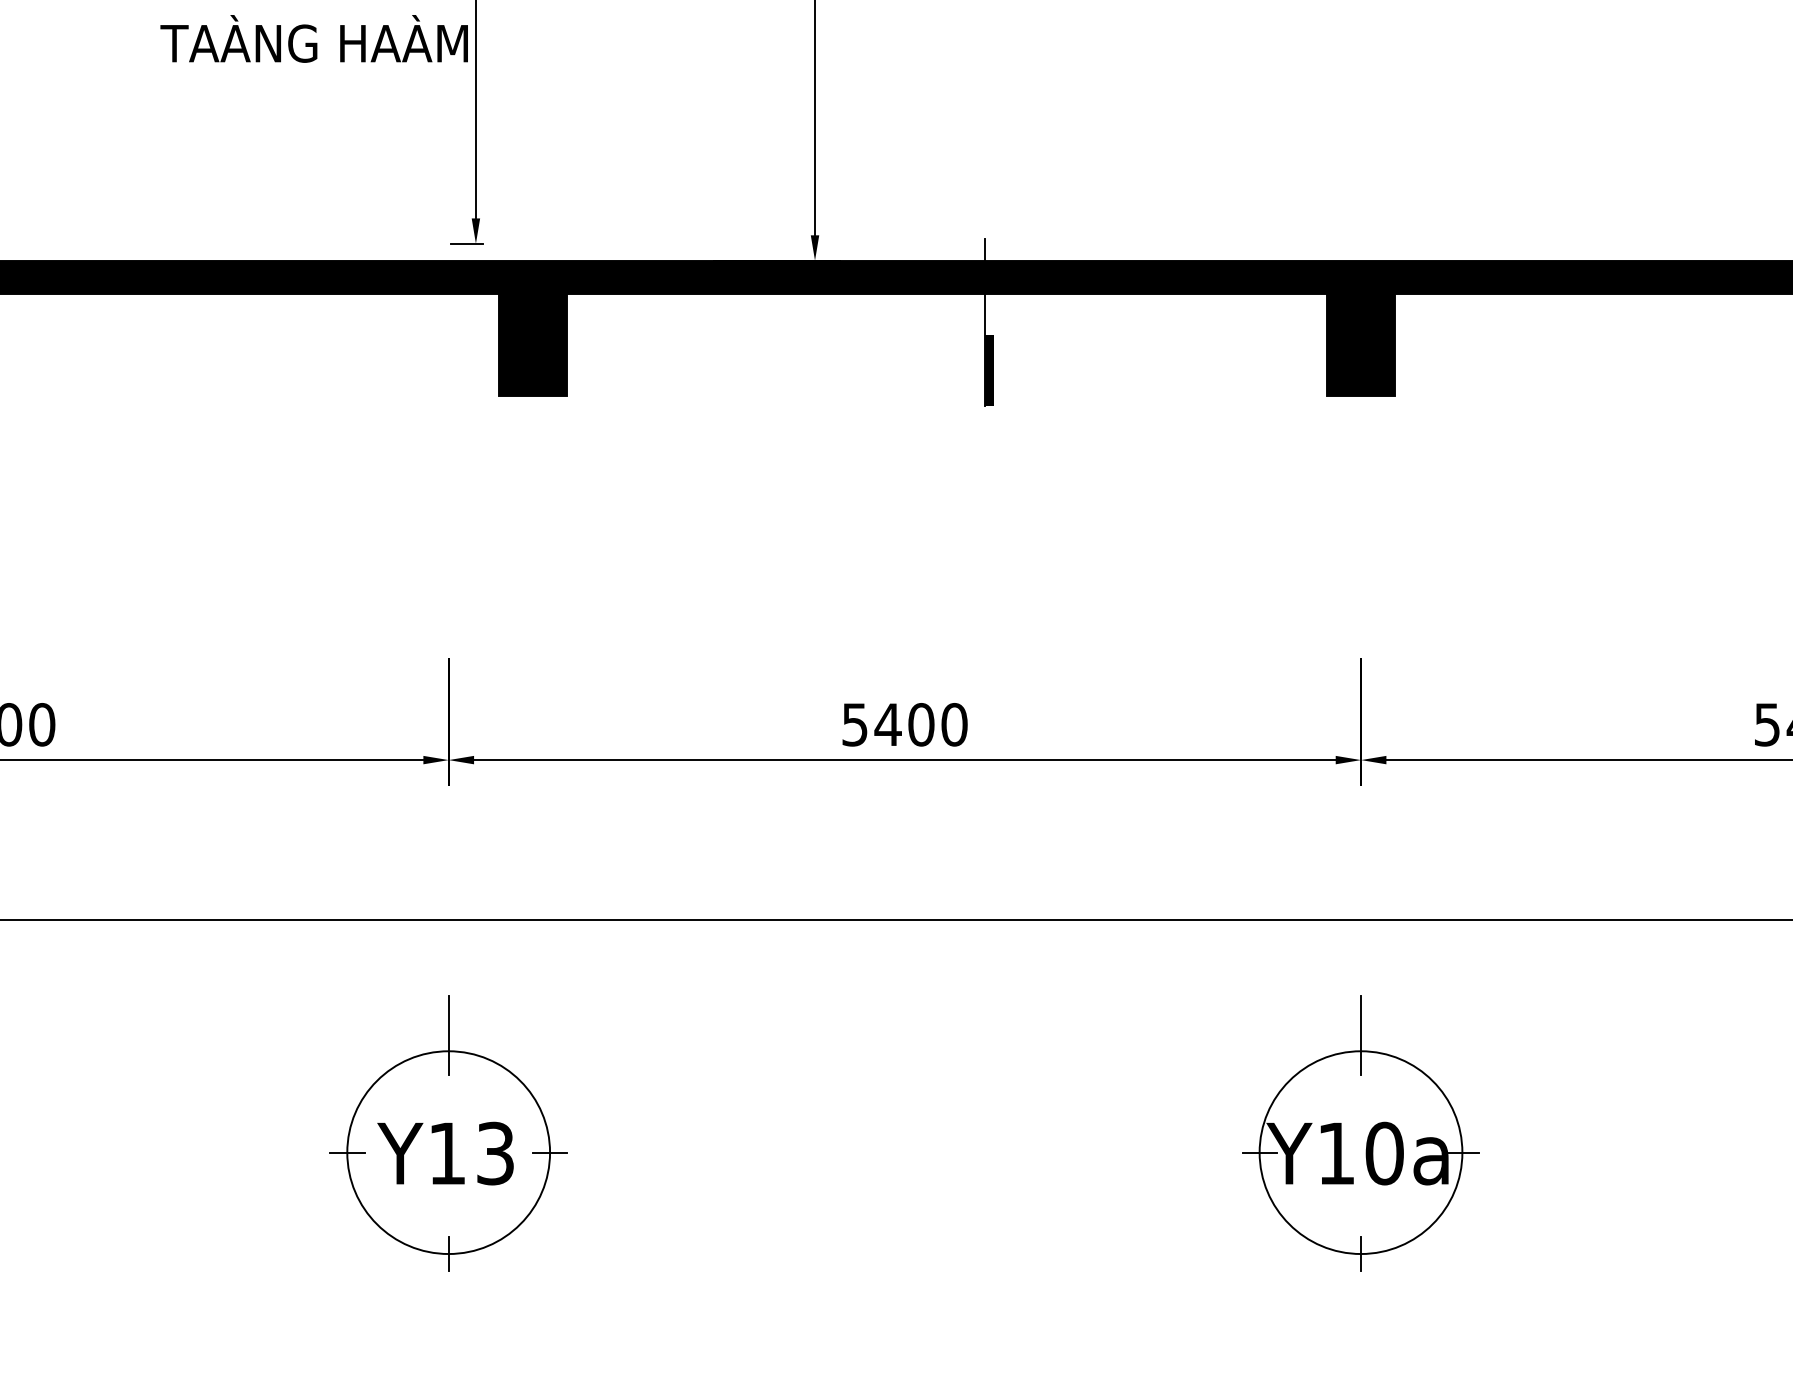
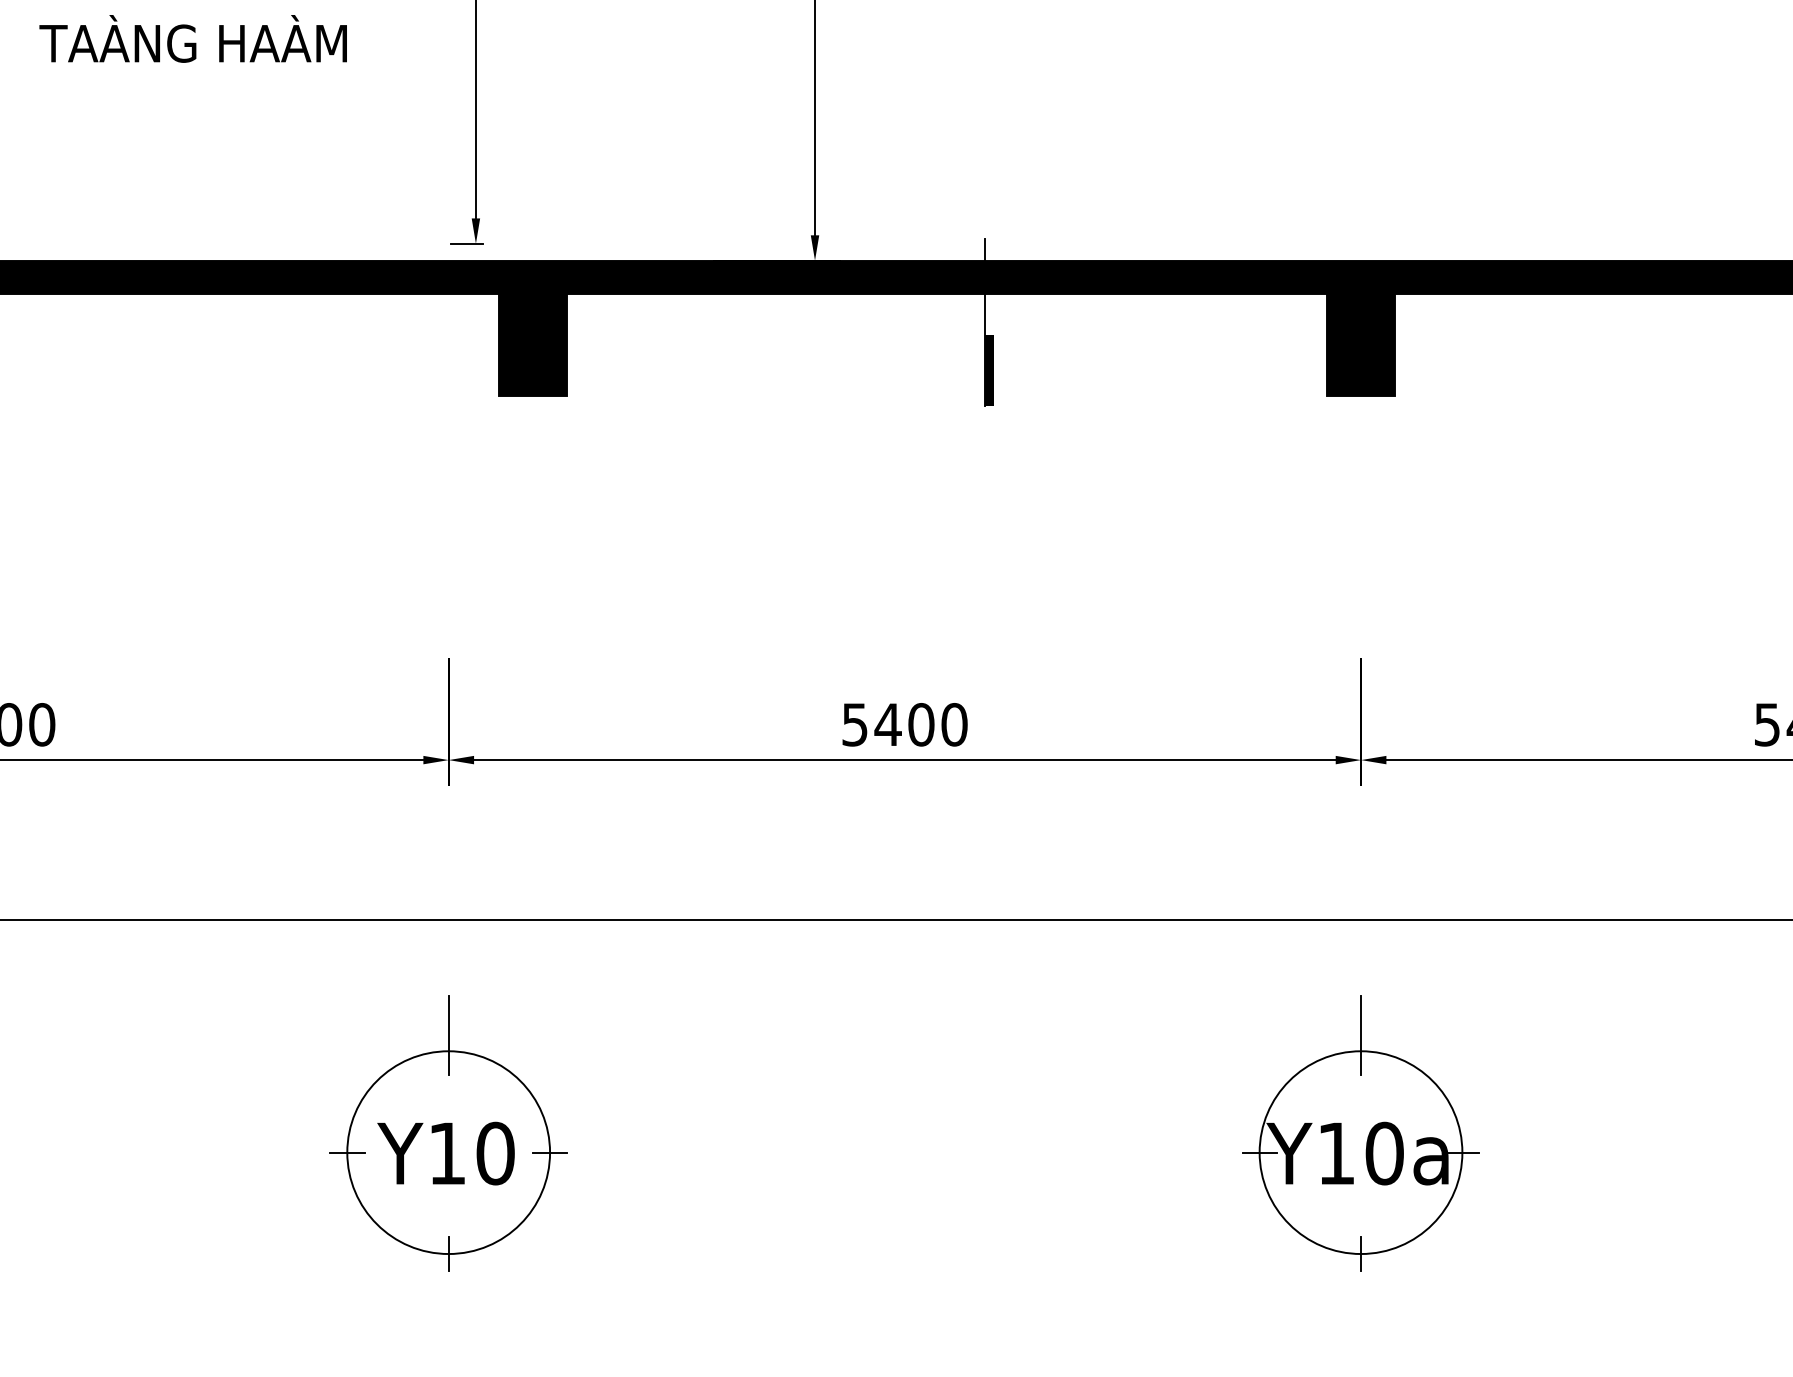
text at (313, 38) position: (313, 38) -> (192, 38)
text at (495, 1153): Y13 -> Y10
